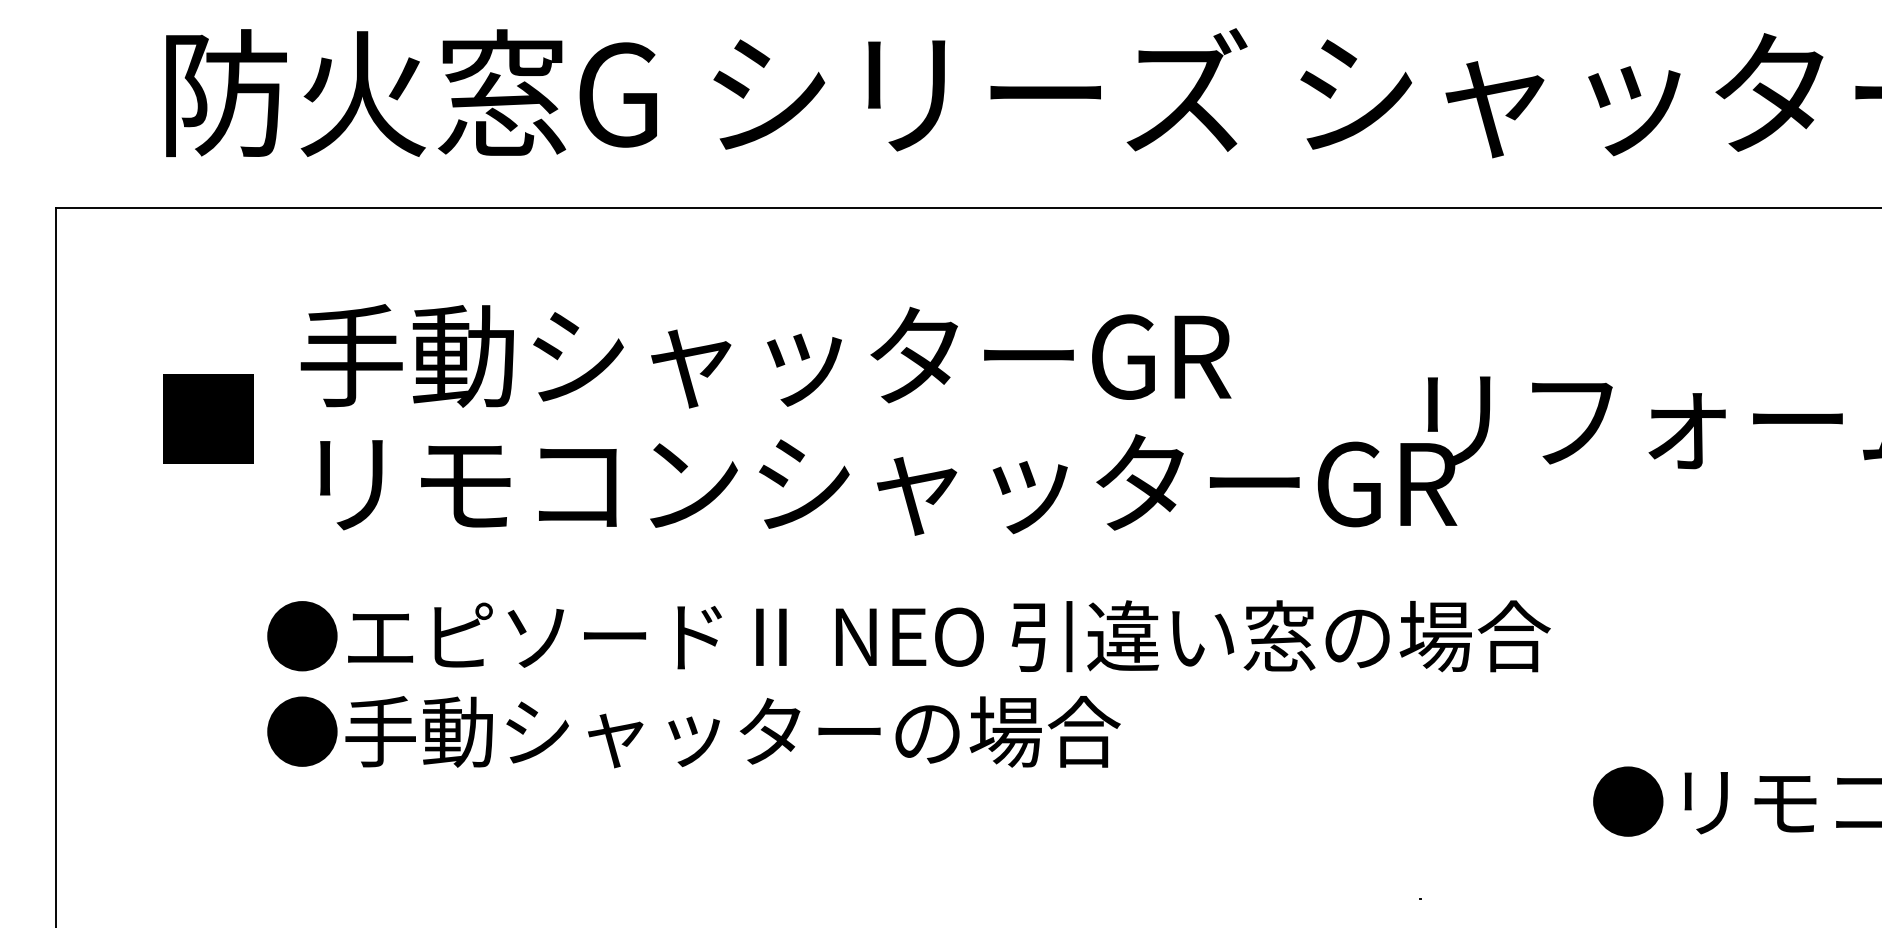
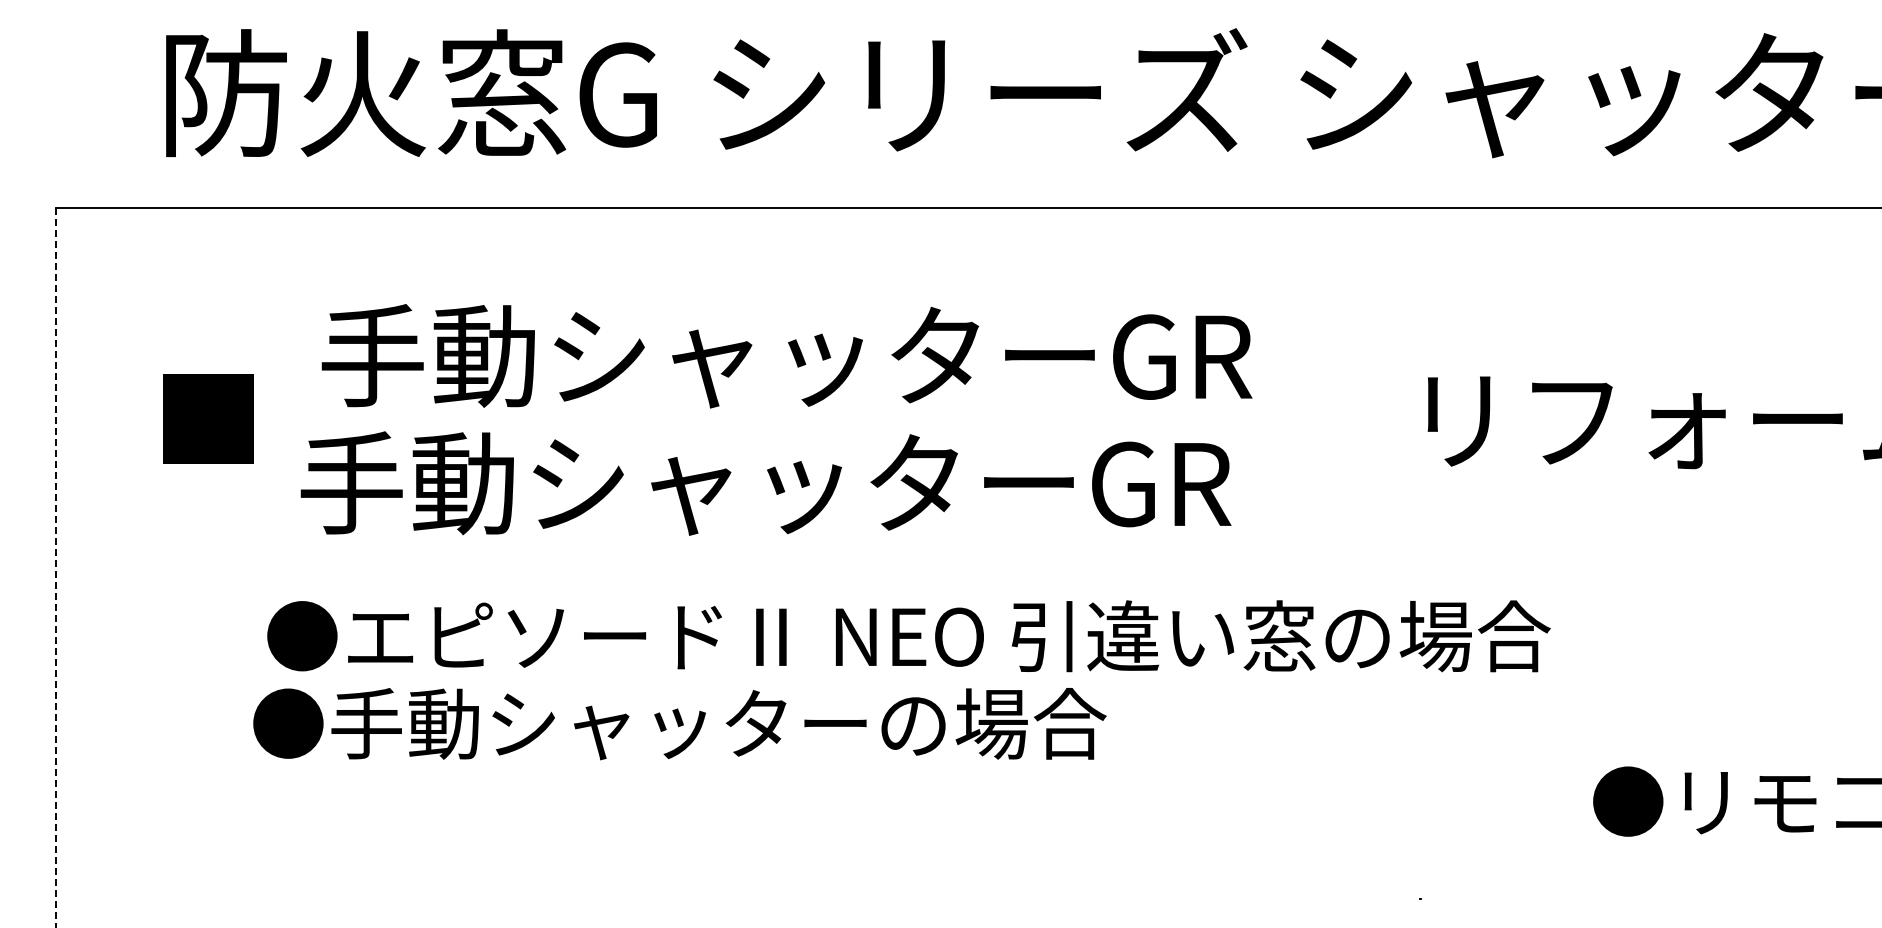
text at (765, 356) position: (765, 356) -> (786, 356)
text at (878, 483): リモコンシャッターGR -> 手動シャッターGR
line at (56, 568): solid -> dashed
text at (693, 732) position: (693, 732) -> (679, 724)
